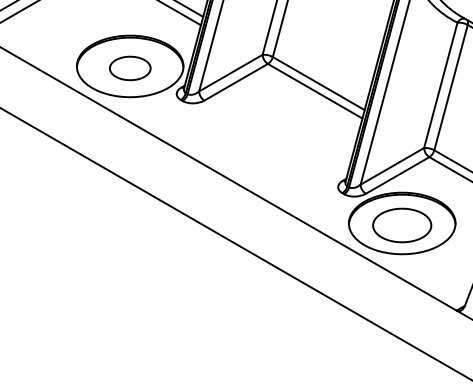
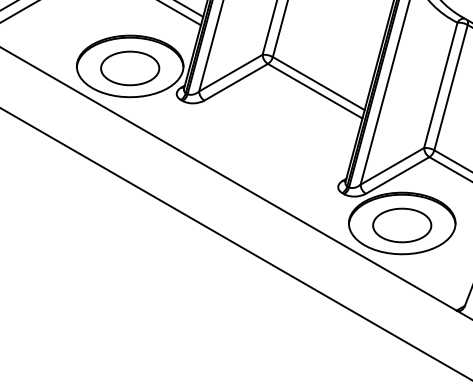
part at (130, 68) size: 43x27 px -> 61x37 px
